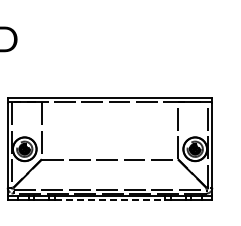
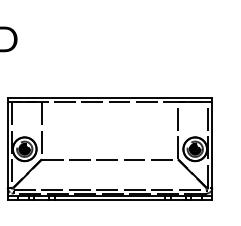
line at (110, 200): dashed -> solid
